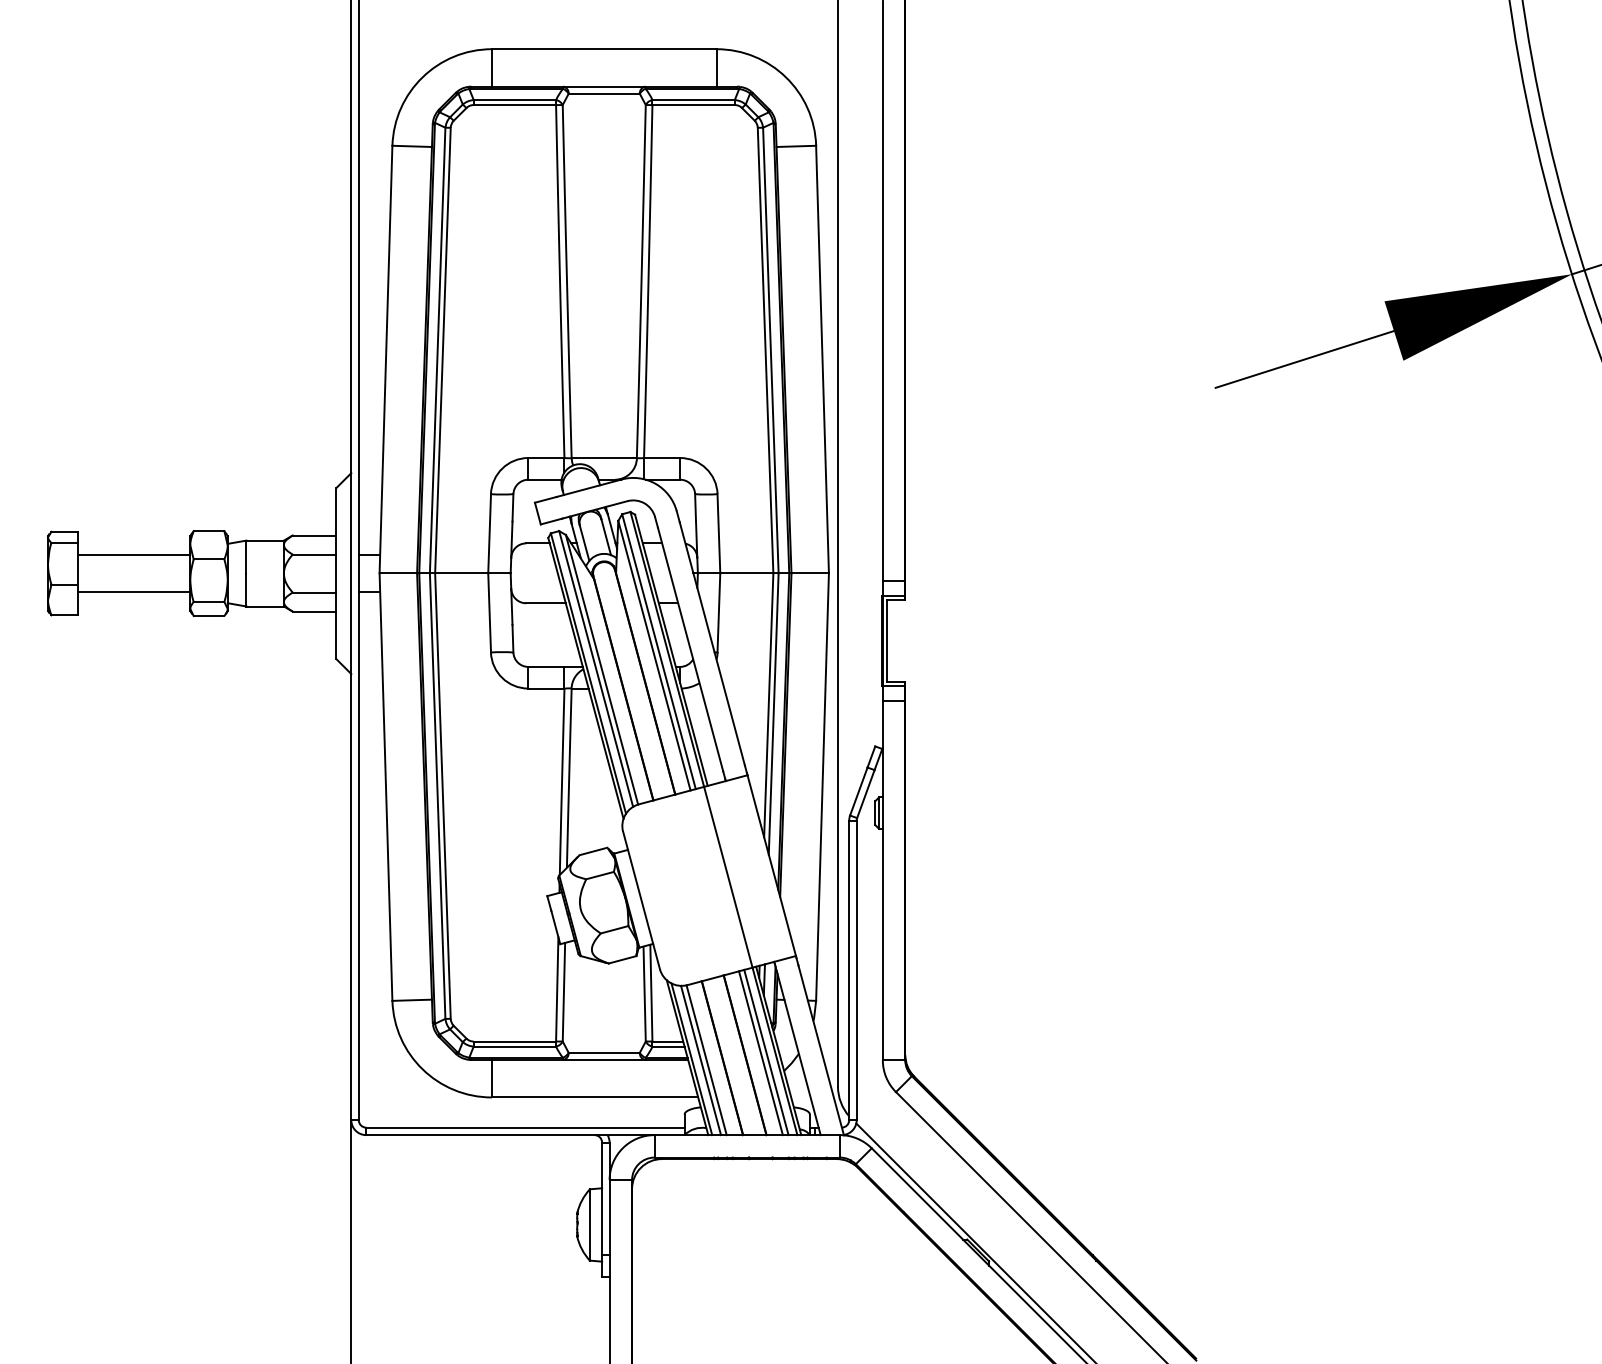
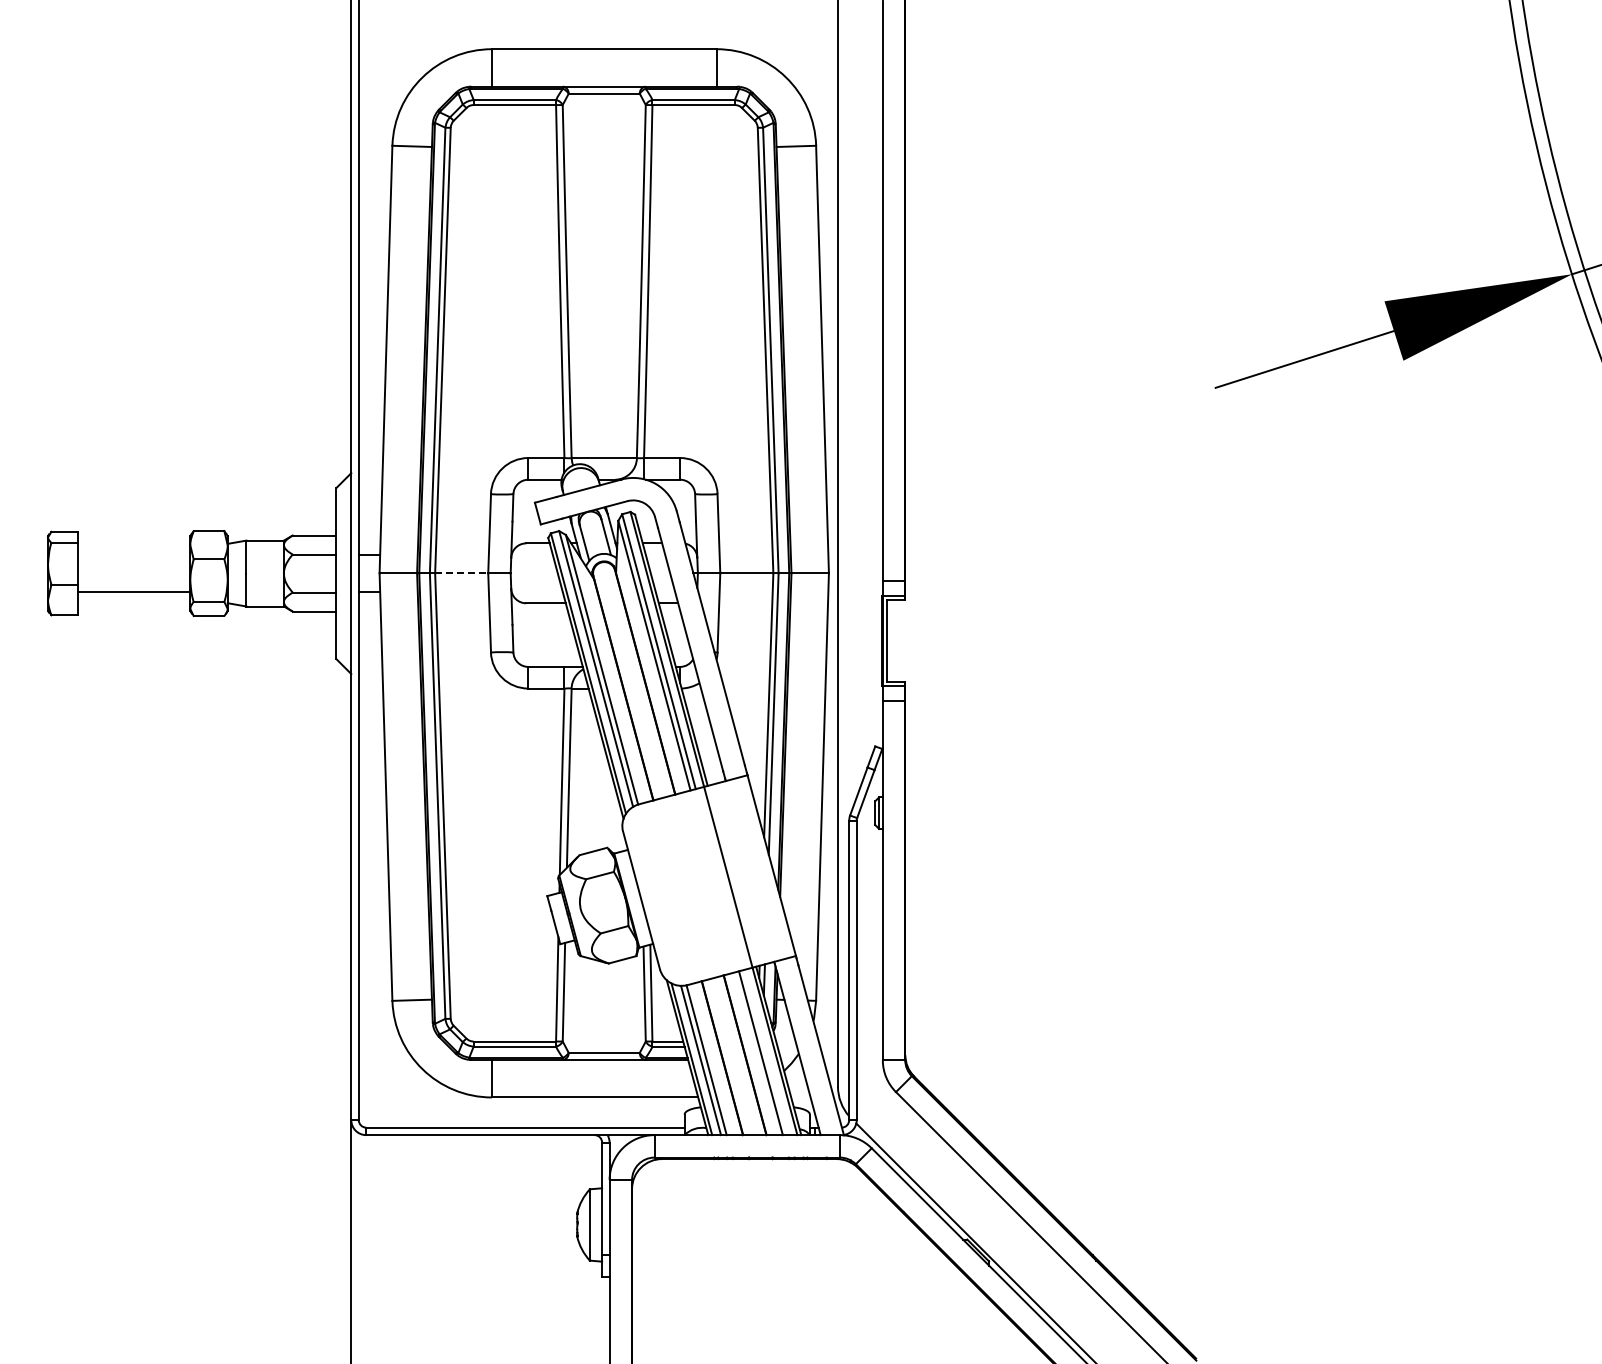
line at (134, 554): present -> none
line at (461, 573): solid -> dashed
line at (766, 1052): present -> none
